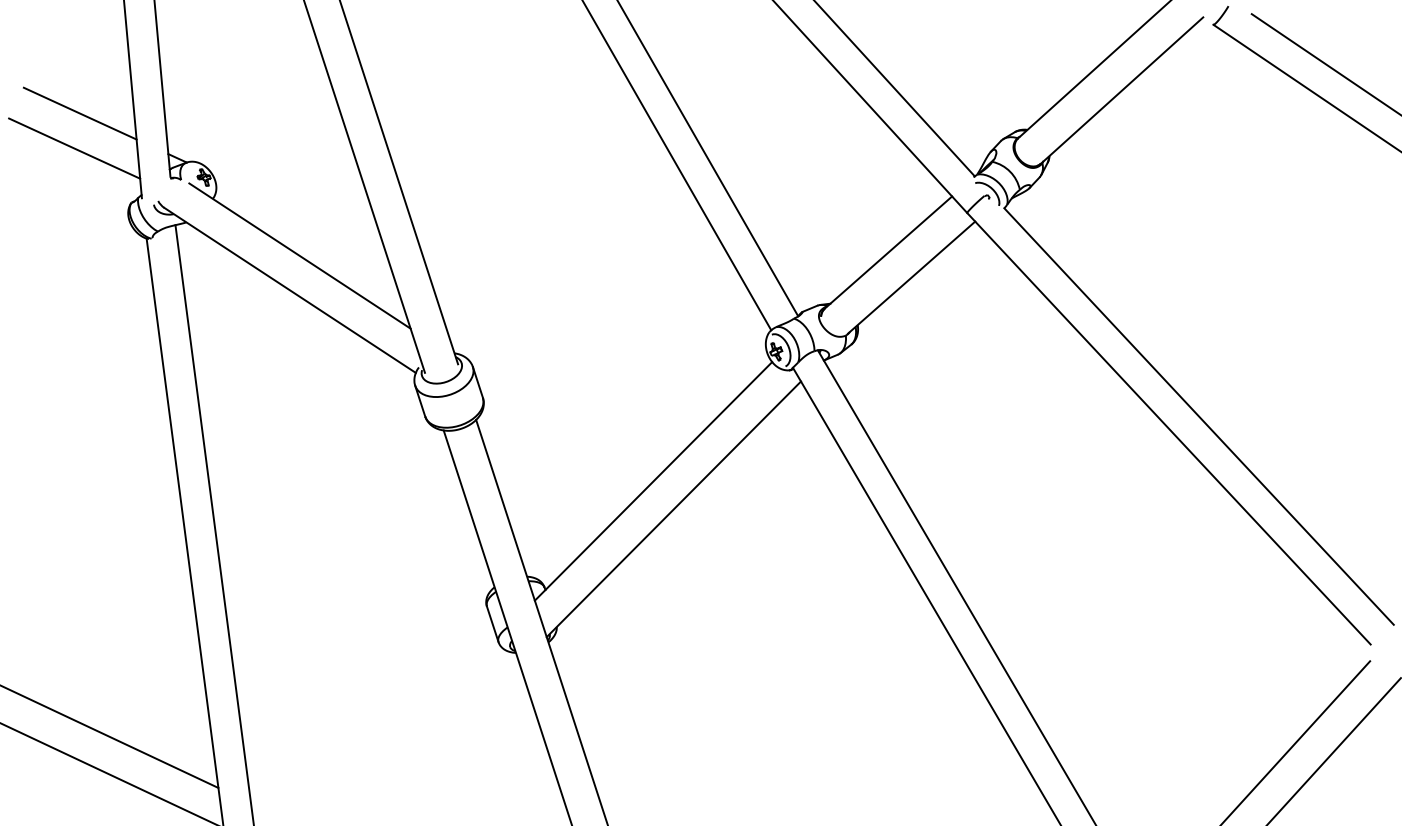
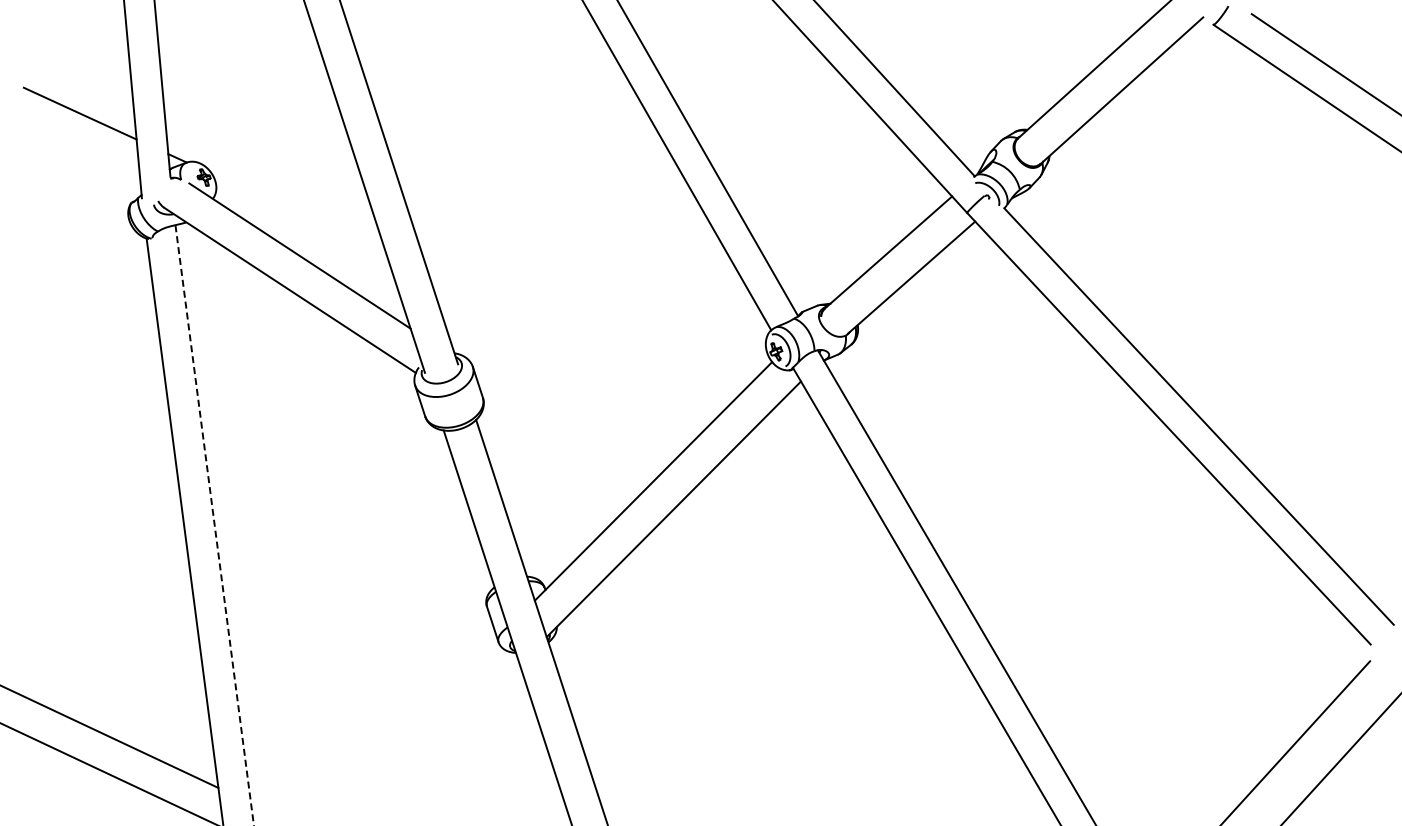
line at (74, 148): present -> none
line at (214, 525): solid -> dashed
line at (1333, 751) position: (1333, 751) -> (1340, 759)
